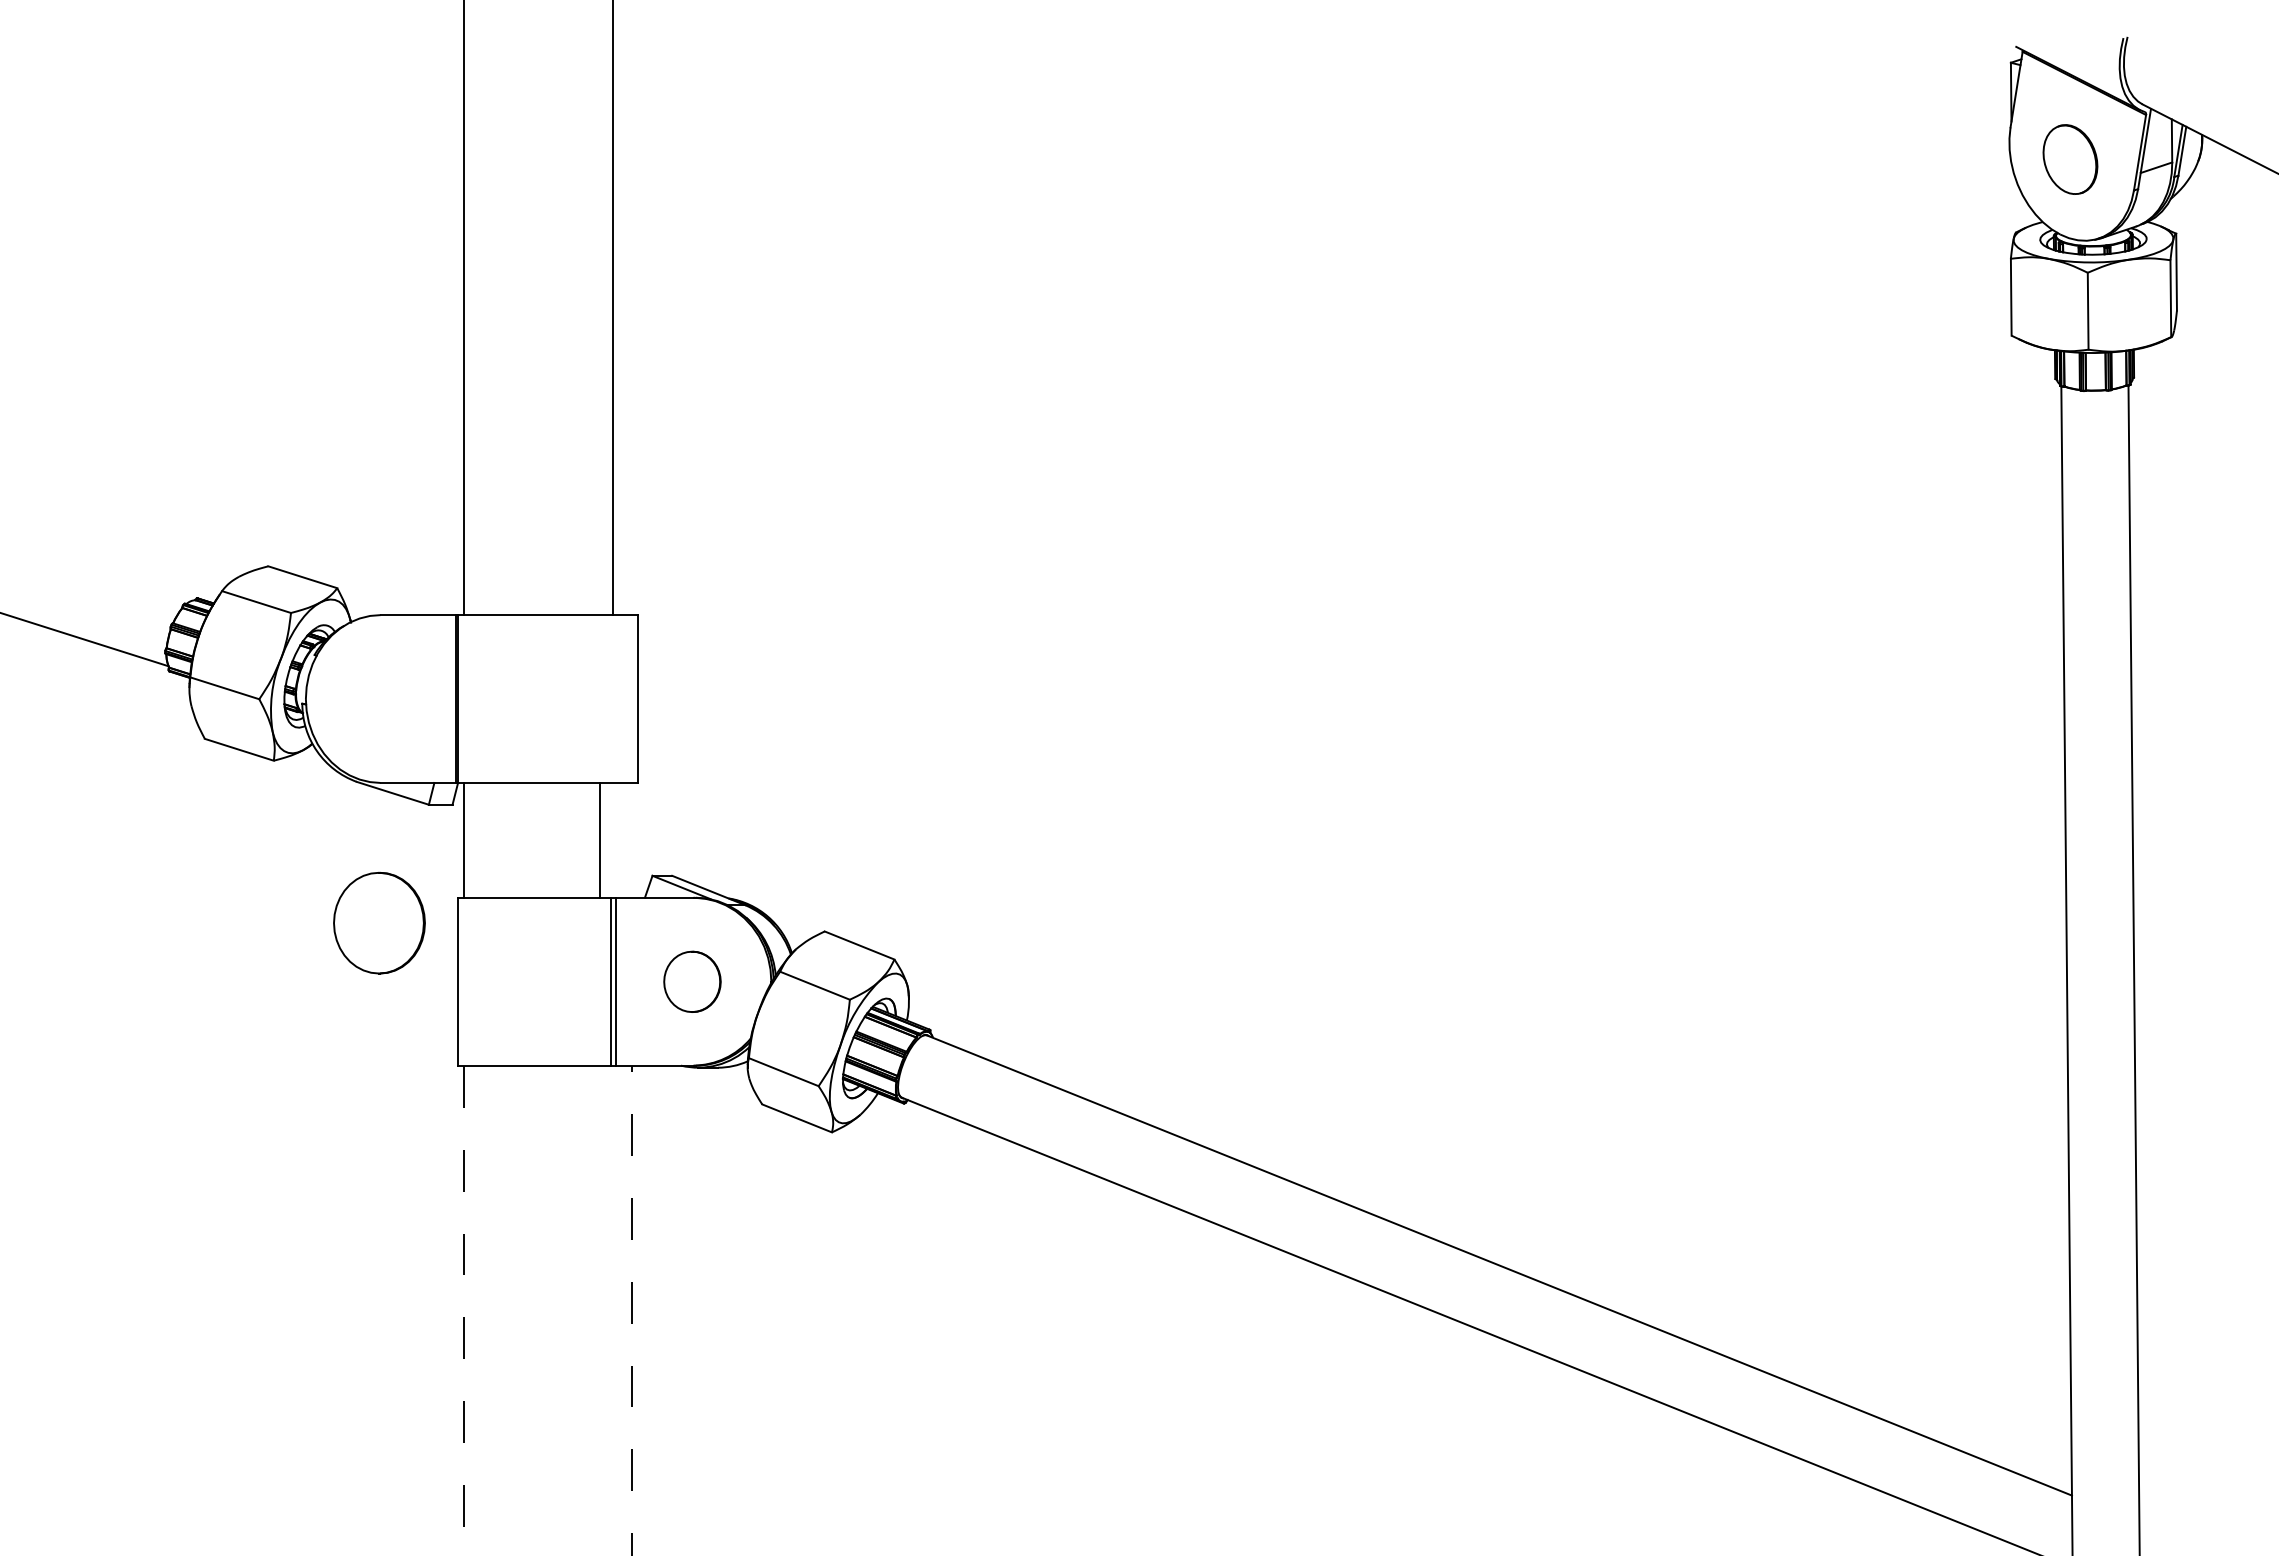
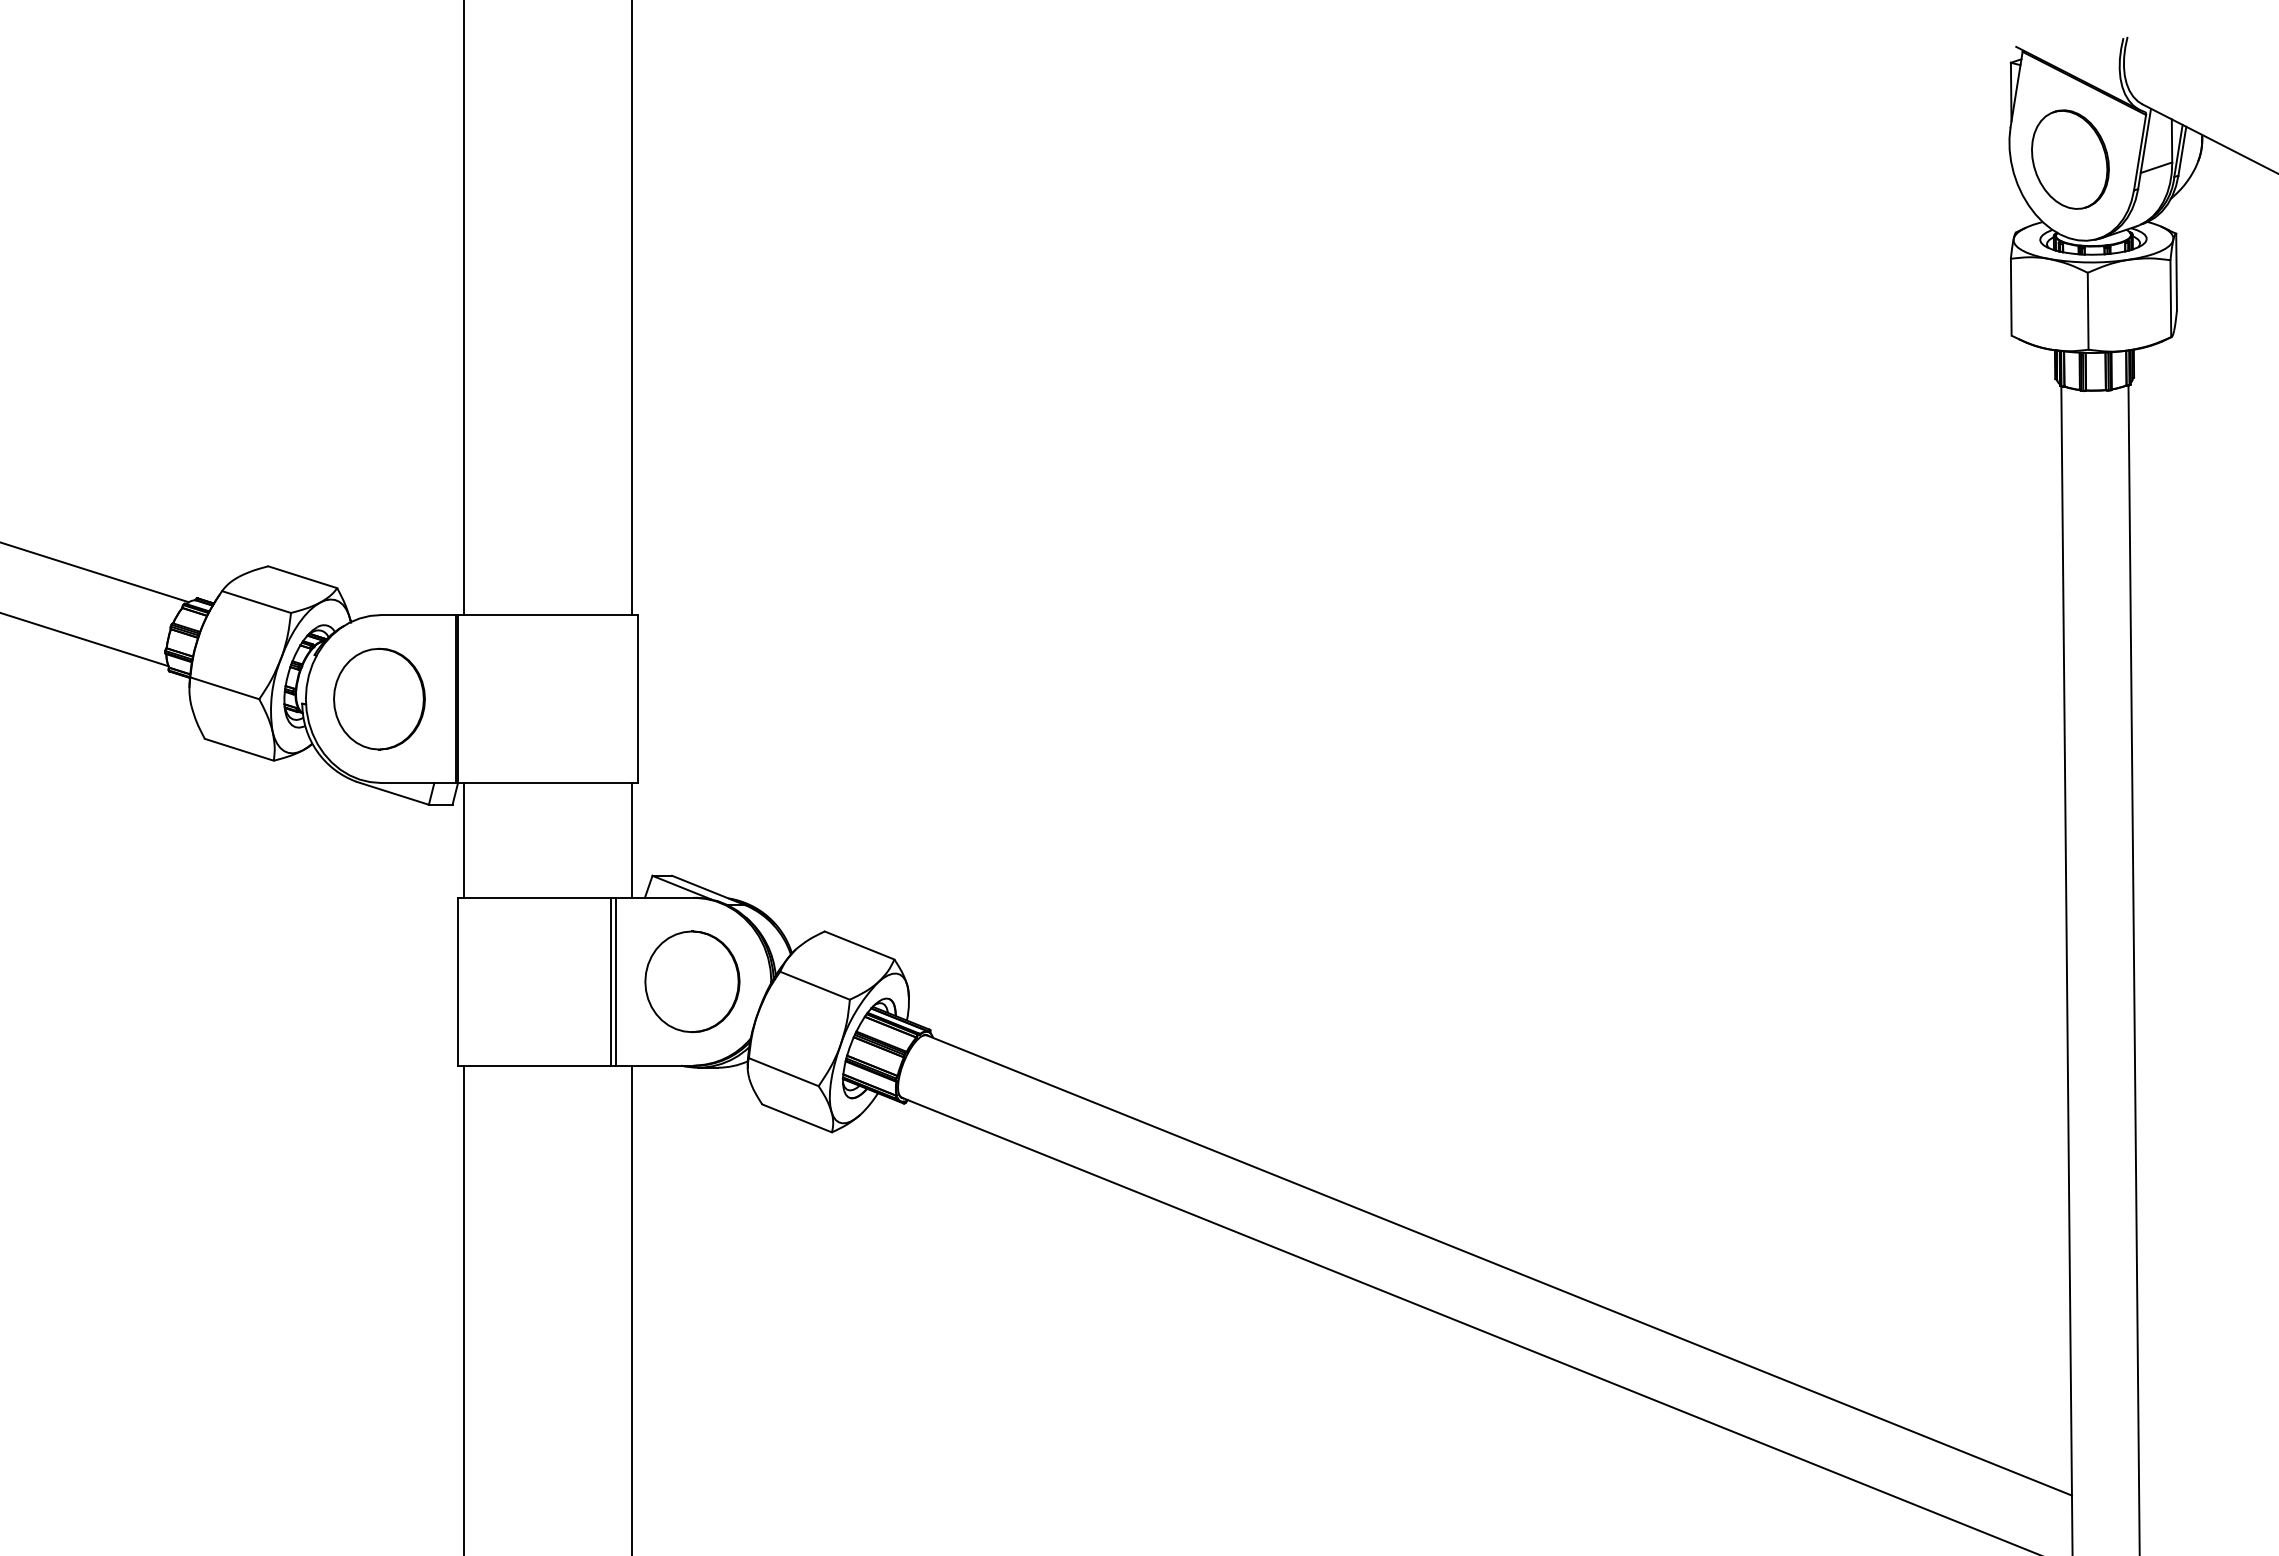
part at (2070, 159) size: 57x71 px -> 79x101 px
line at (613, 308) position: (613, 308) -> (632, 308)
line at (95, 572): none -> present
line at (600, 839) position: (600, 839) -> (632, 839)
part at (379, 923) position: (379, 923) -> (379, 699)
part at (692, 981) size: 59x63 px -> 97x104 px
line at (464, 1310): dashed -> solid
line at (632, 1310): dashed -> solid
